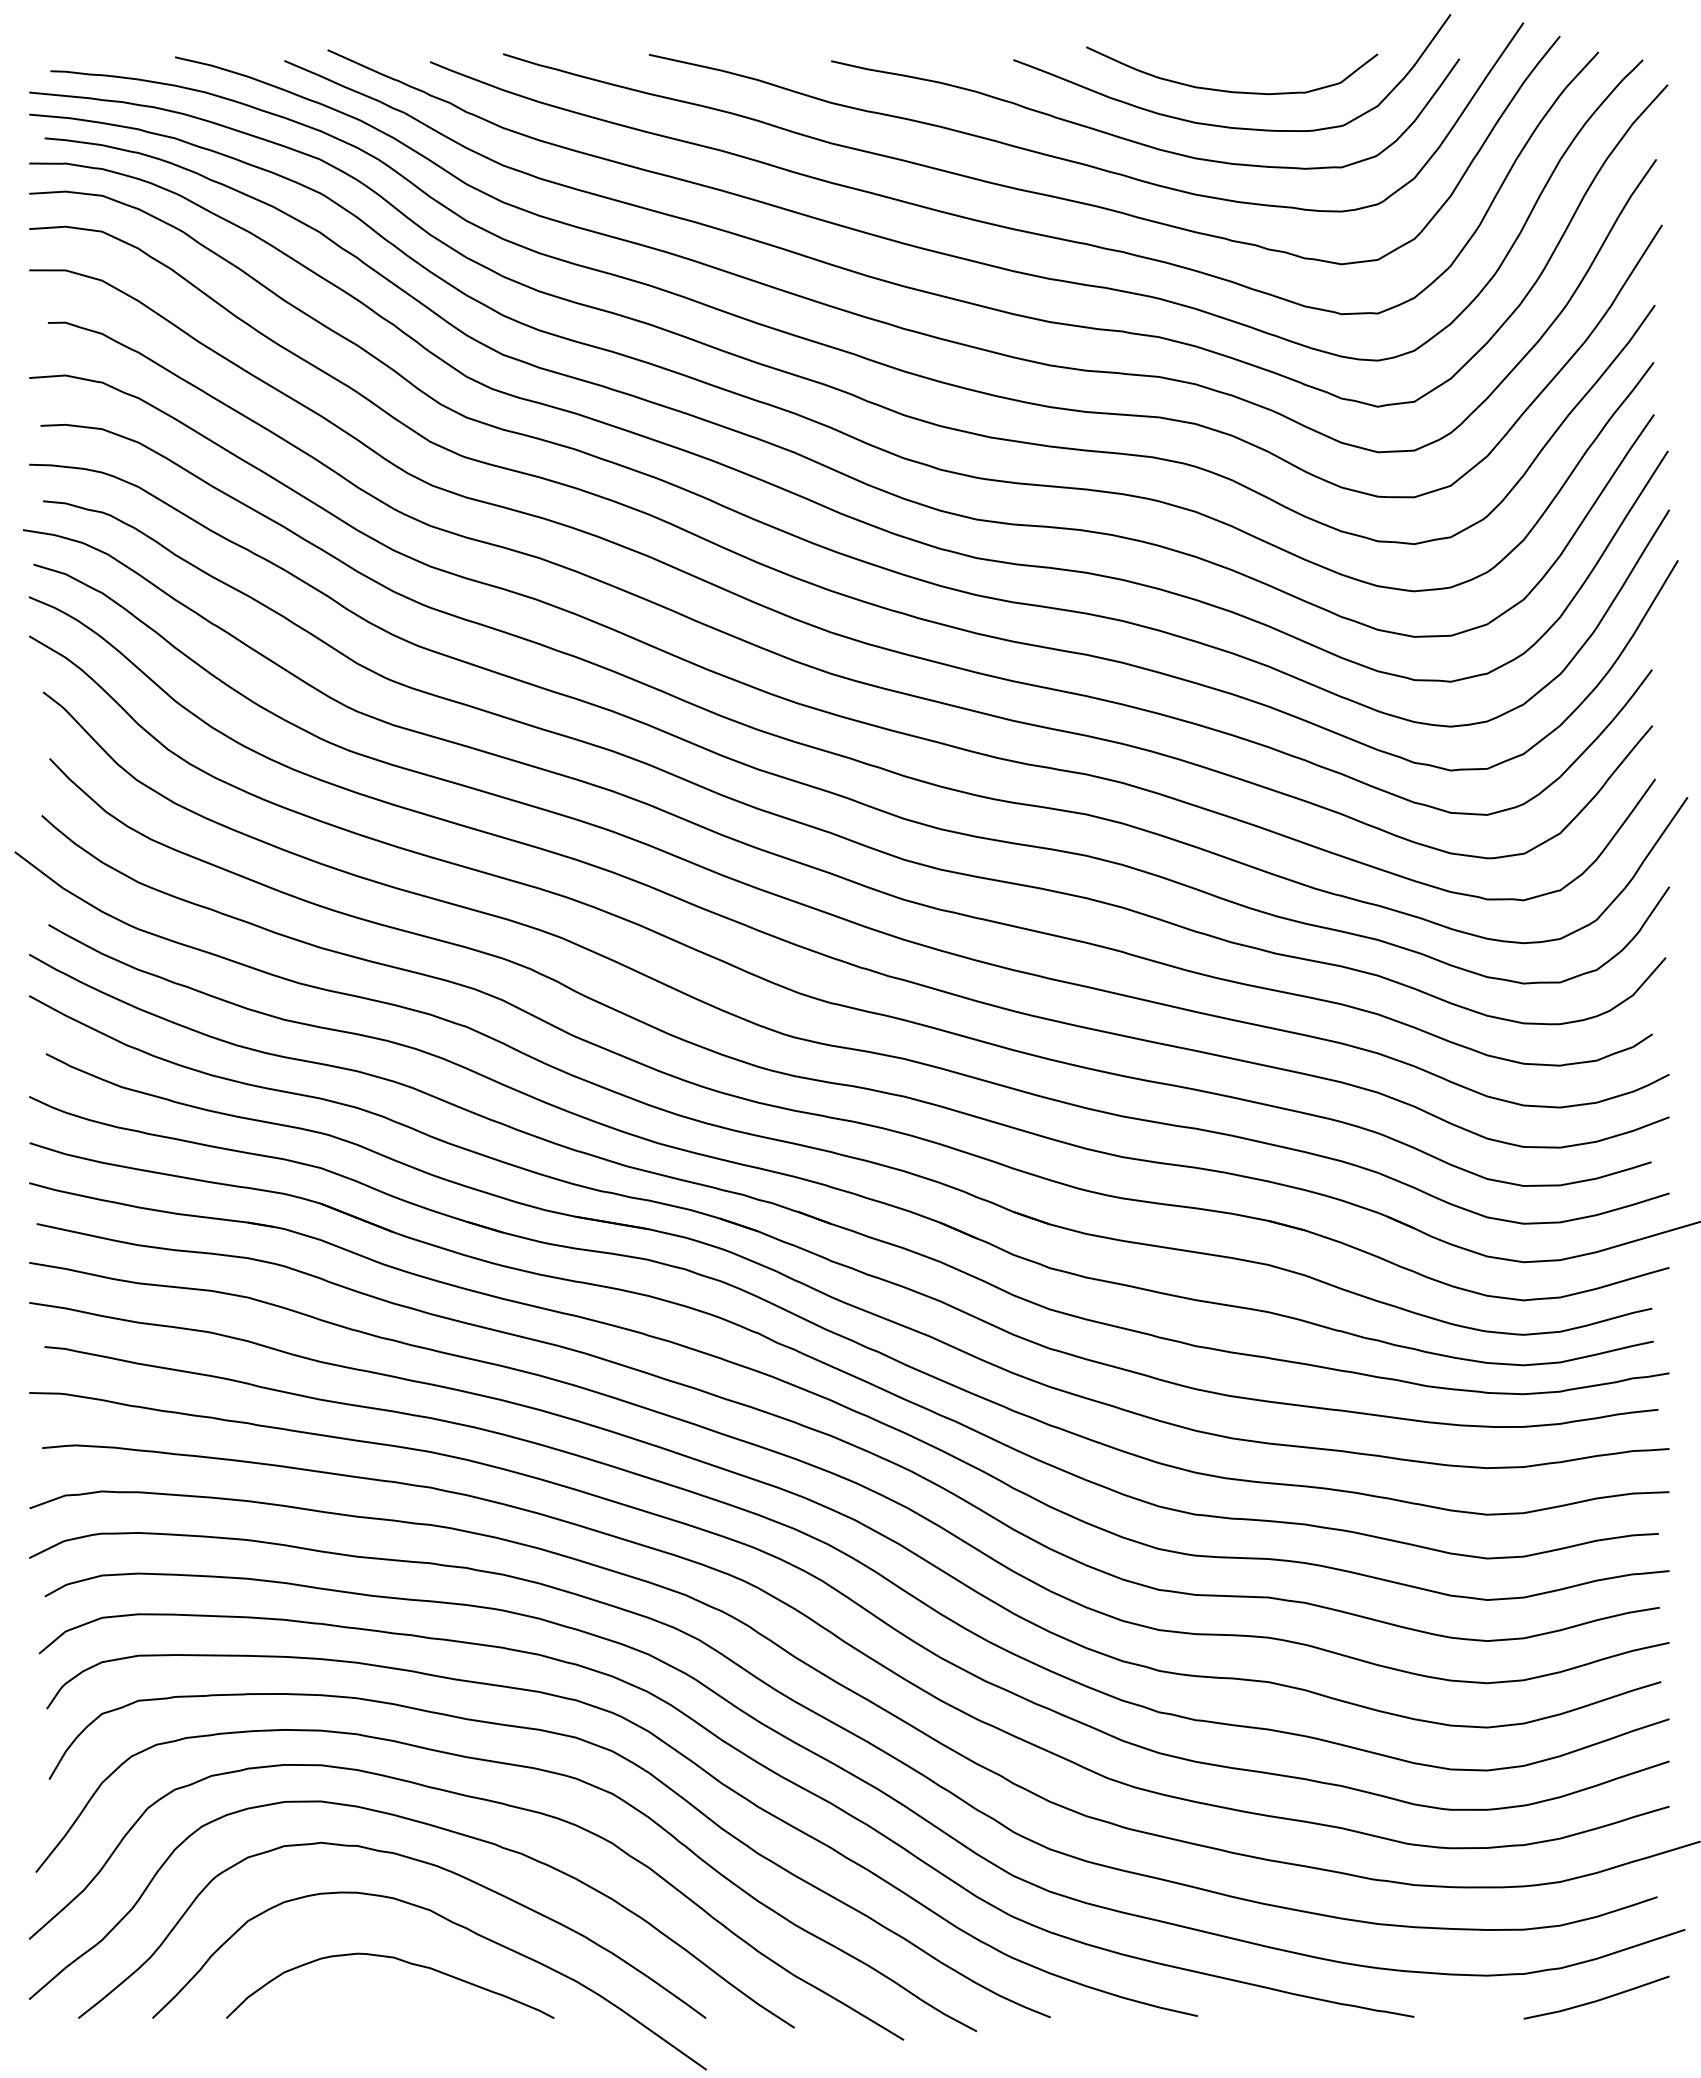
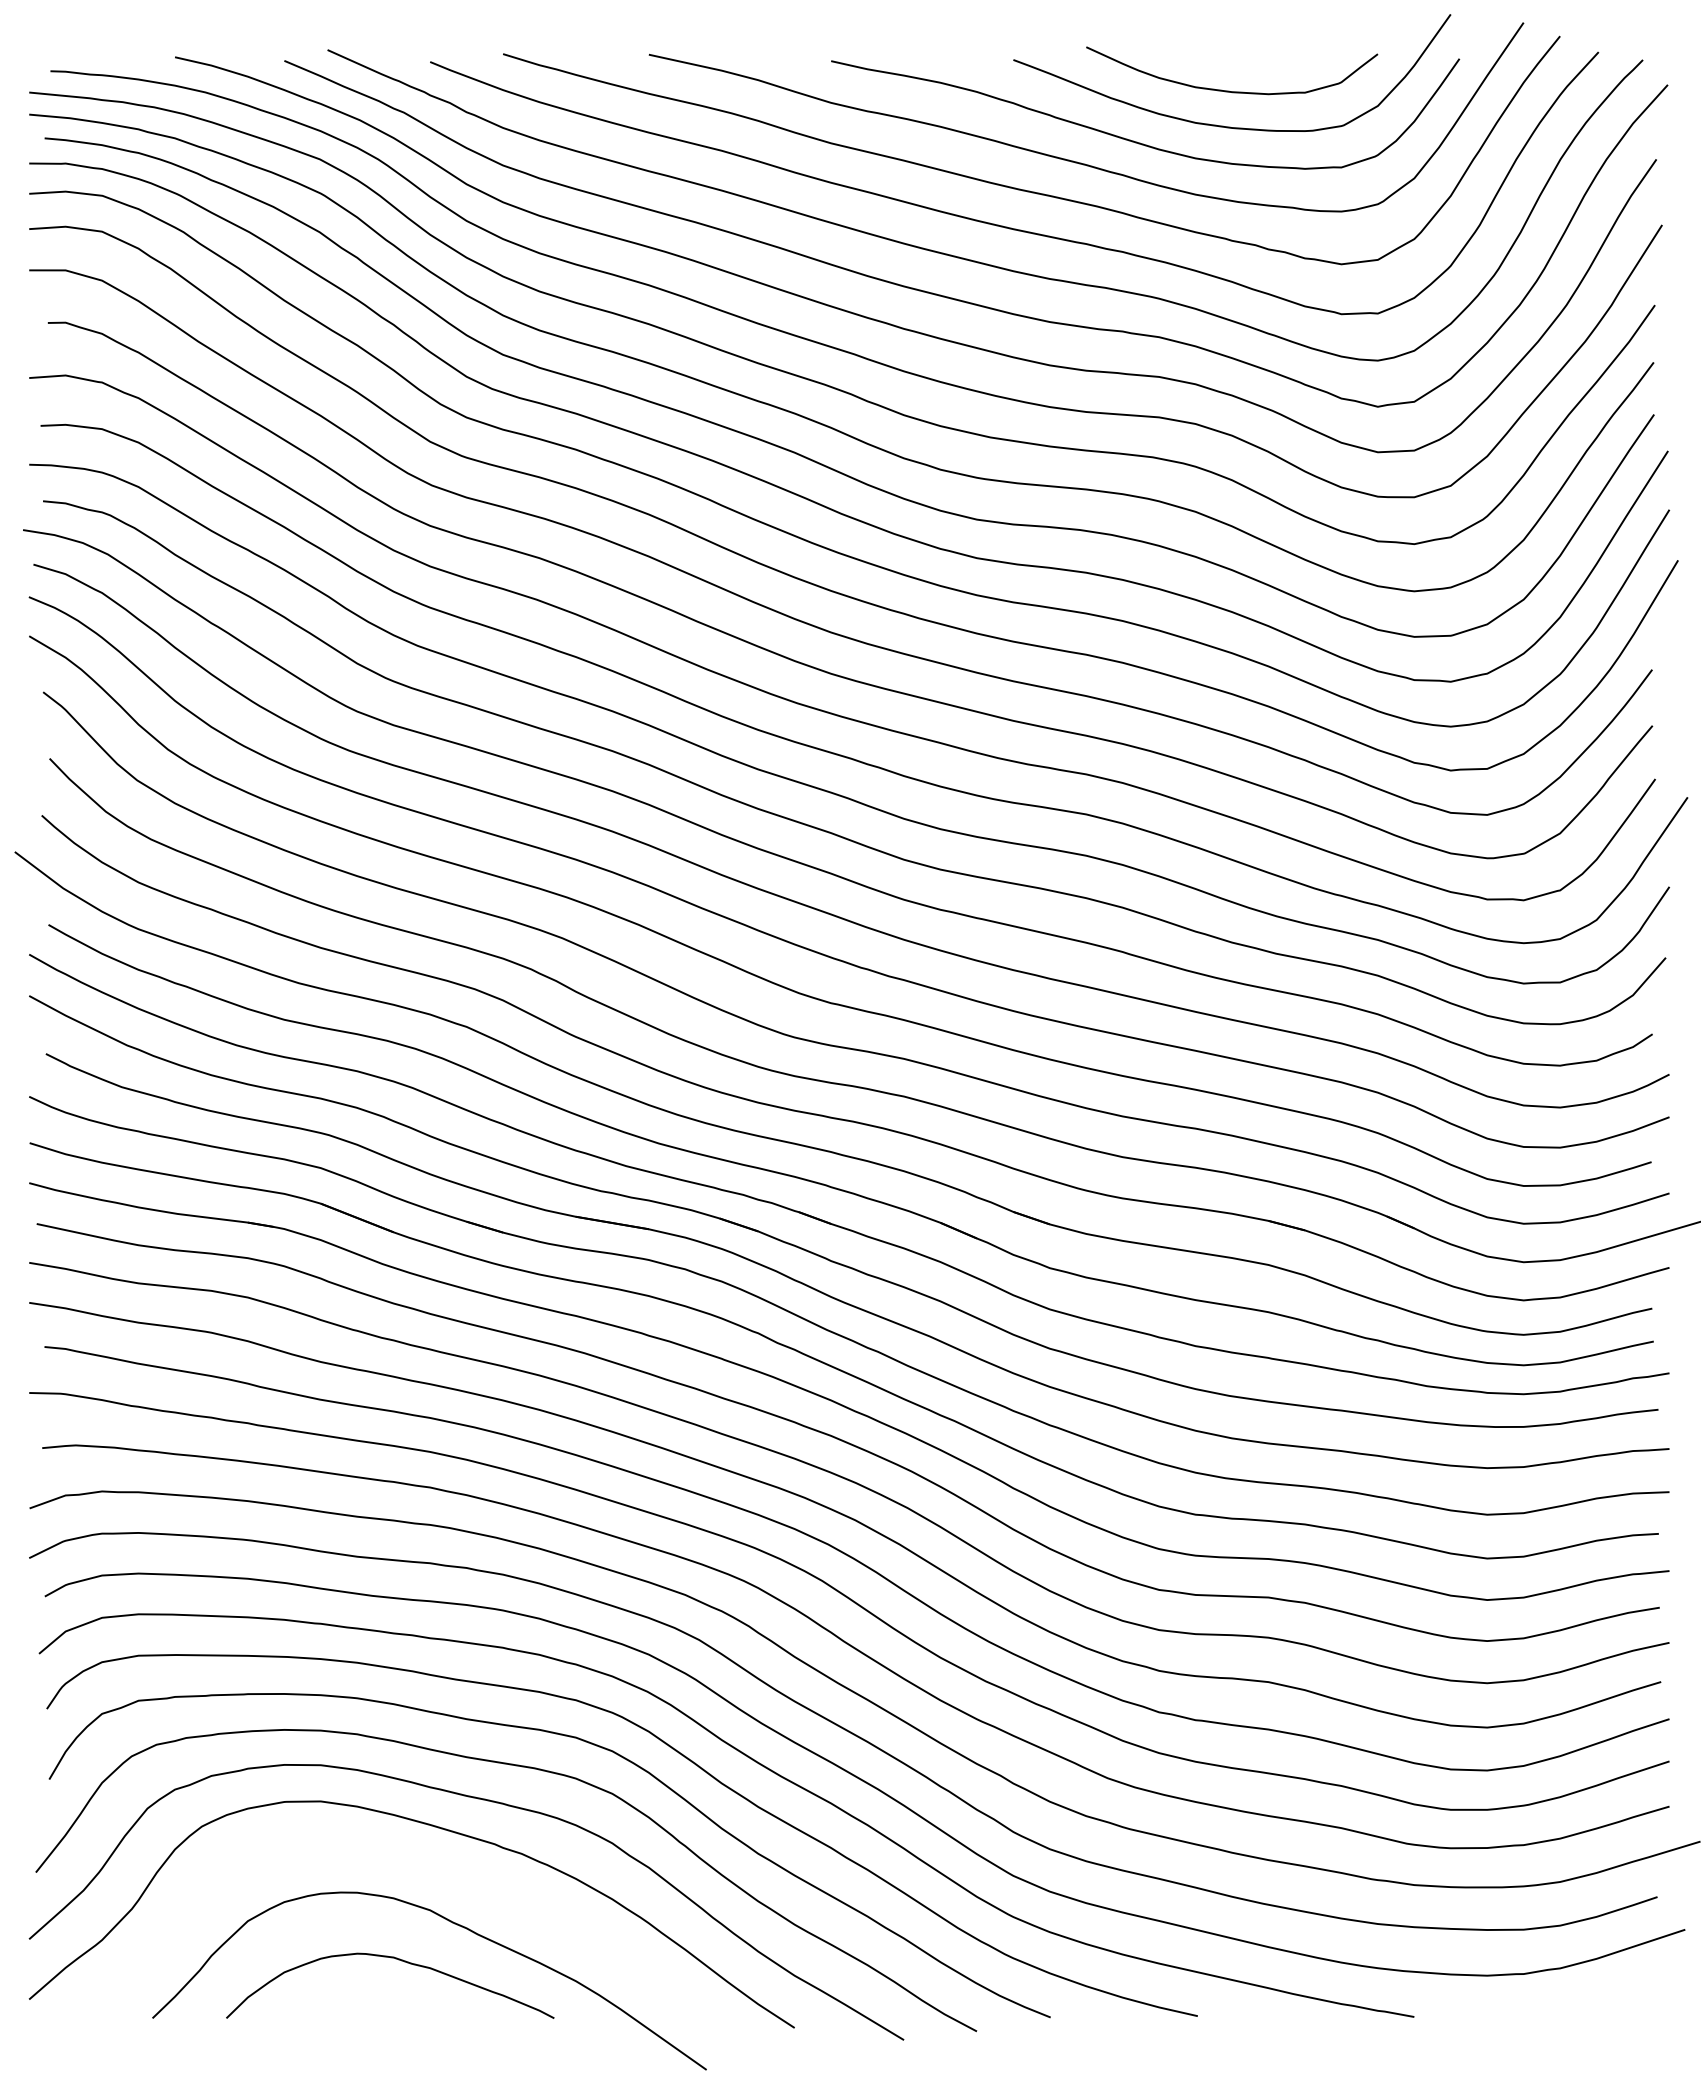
curve at (414, 1860): present -> none
line at (1597, 1999): present -> none
